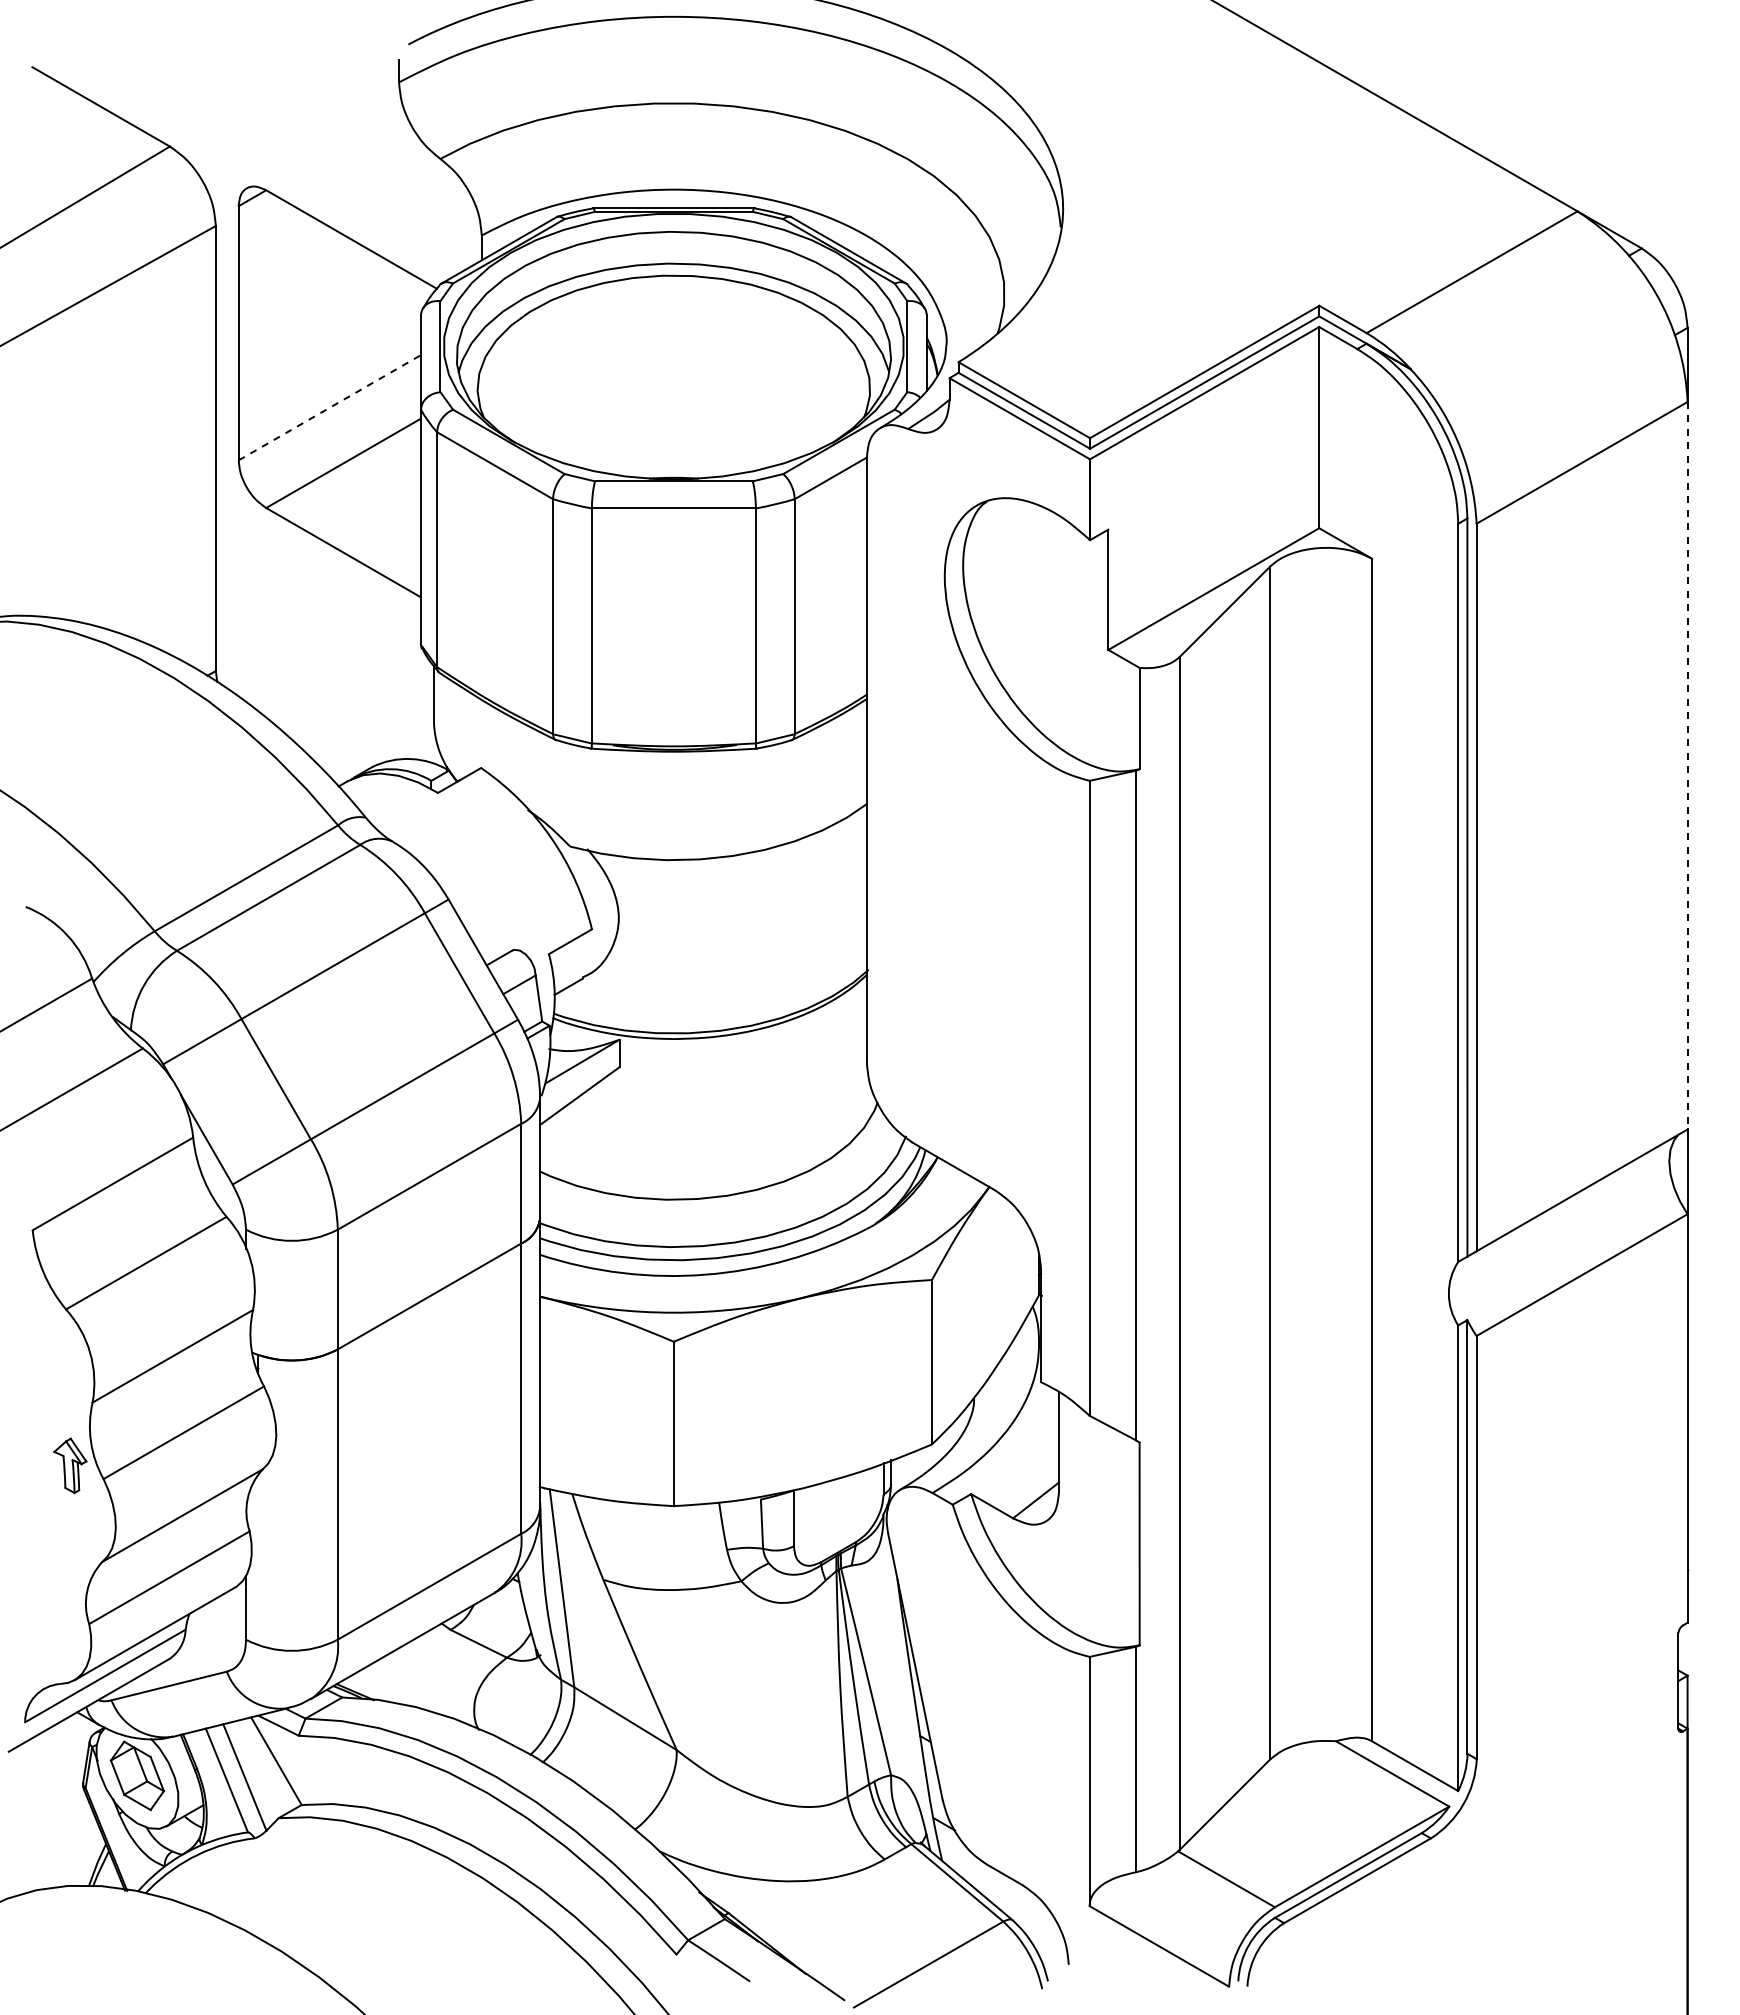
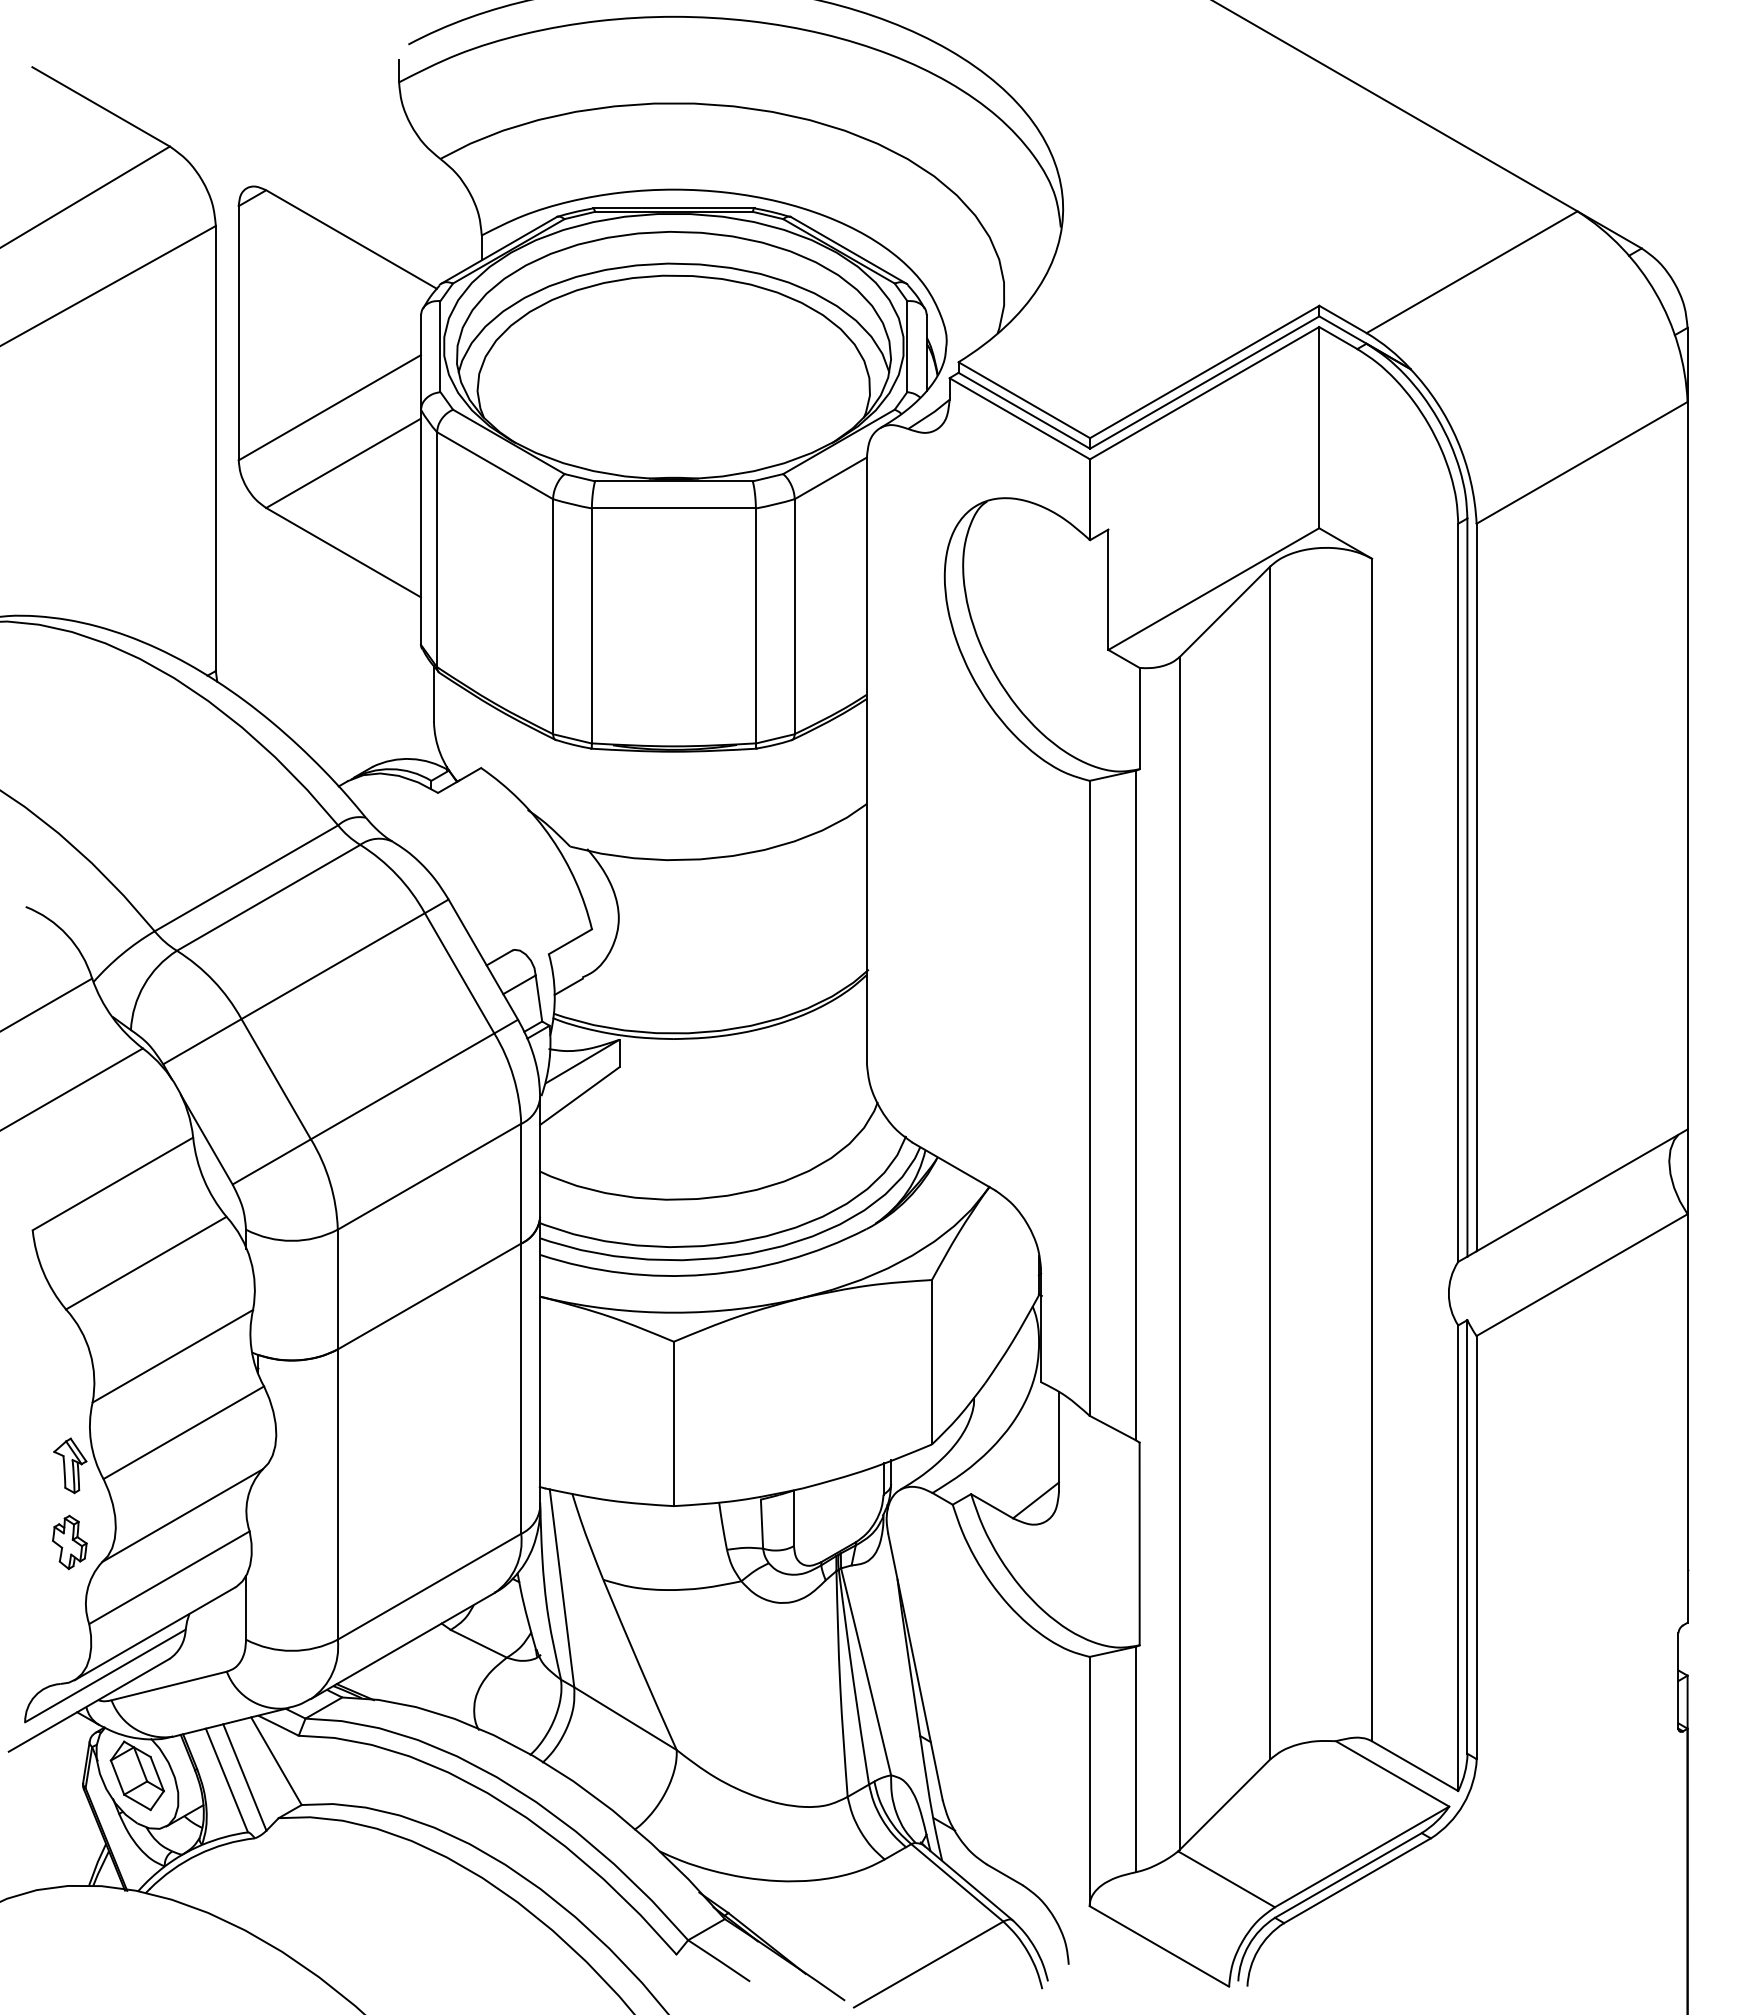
line at (330, 407): dashed -> solid
line at (1687, 765): dashed -> solid
part at (69, 1542): none -> present
